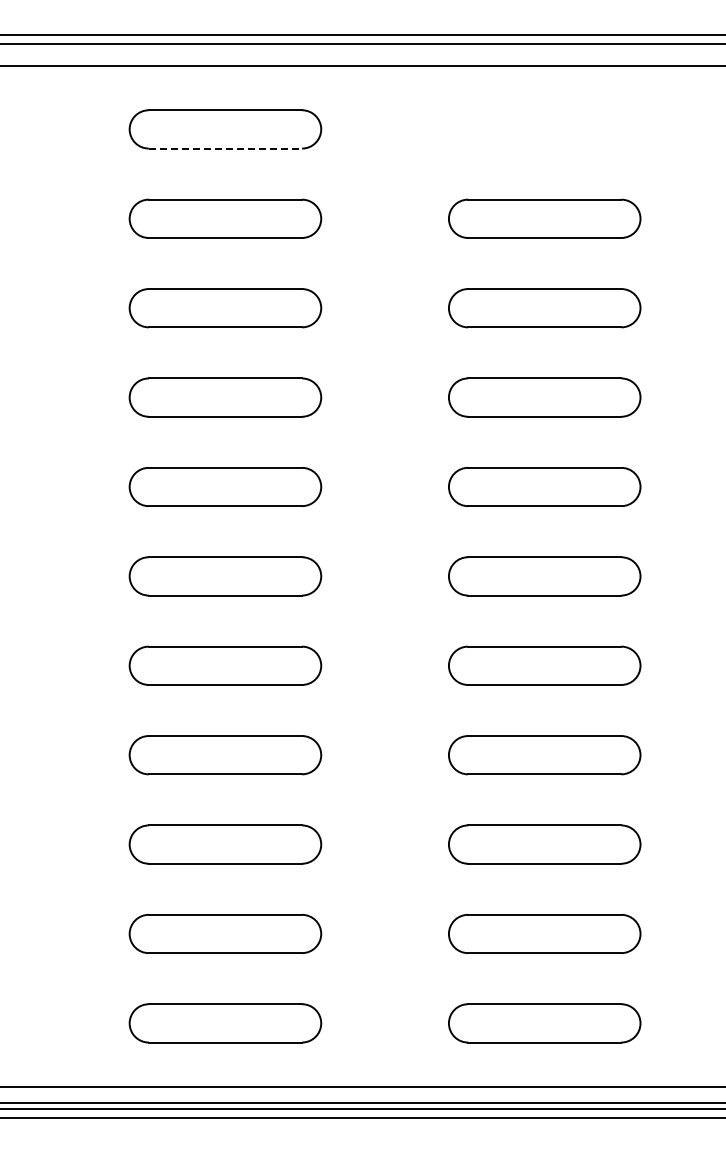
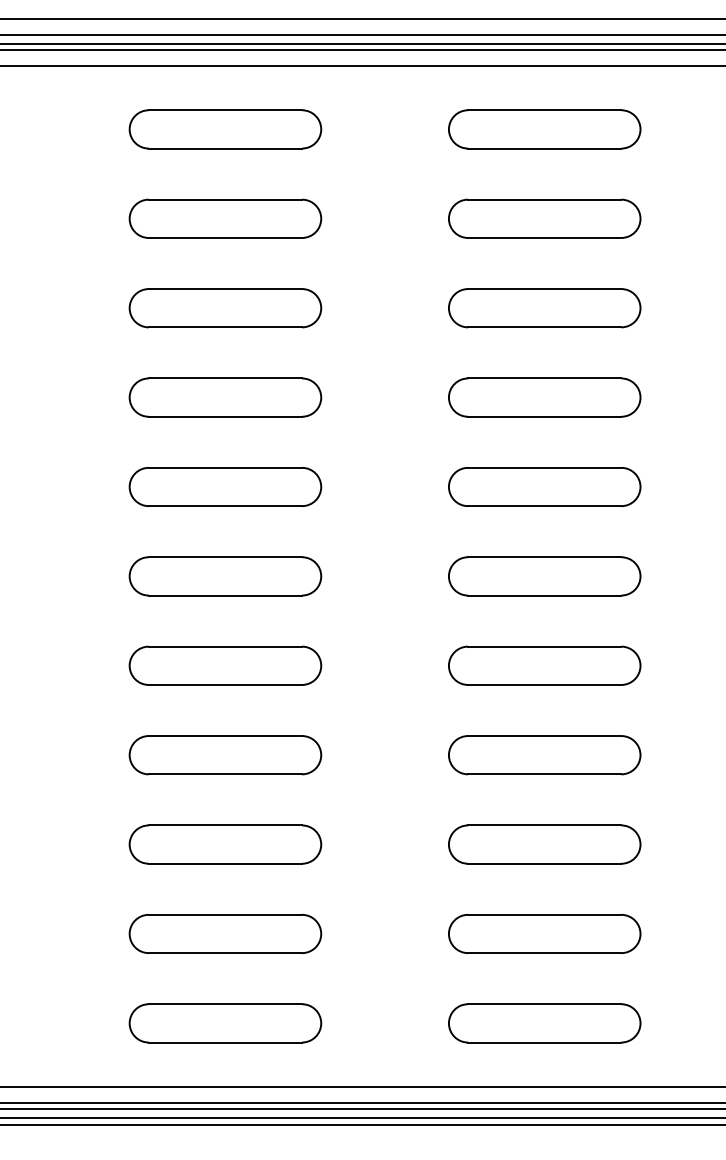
line at (362, 18): none -> present
line at (362, 49): none -> present
part at (544, 129): none -> present
line at (225, 148): dashed -> solid
line at (362, 1125): none -> present
